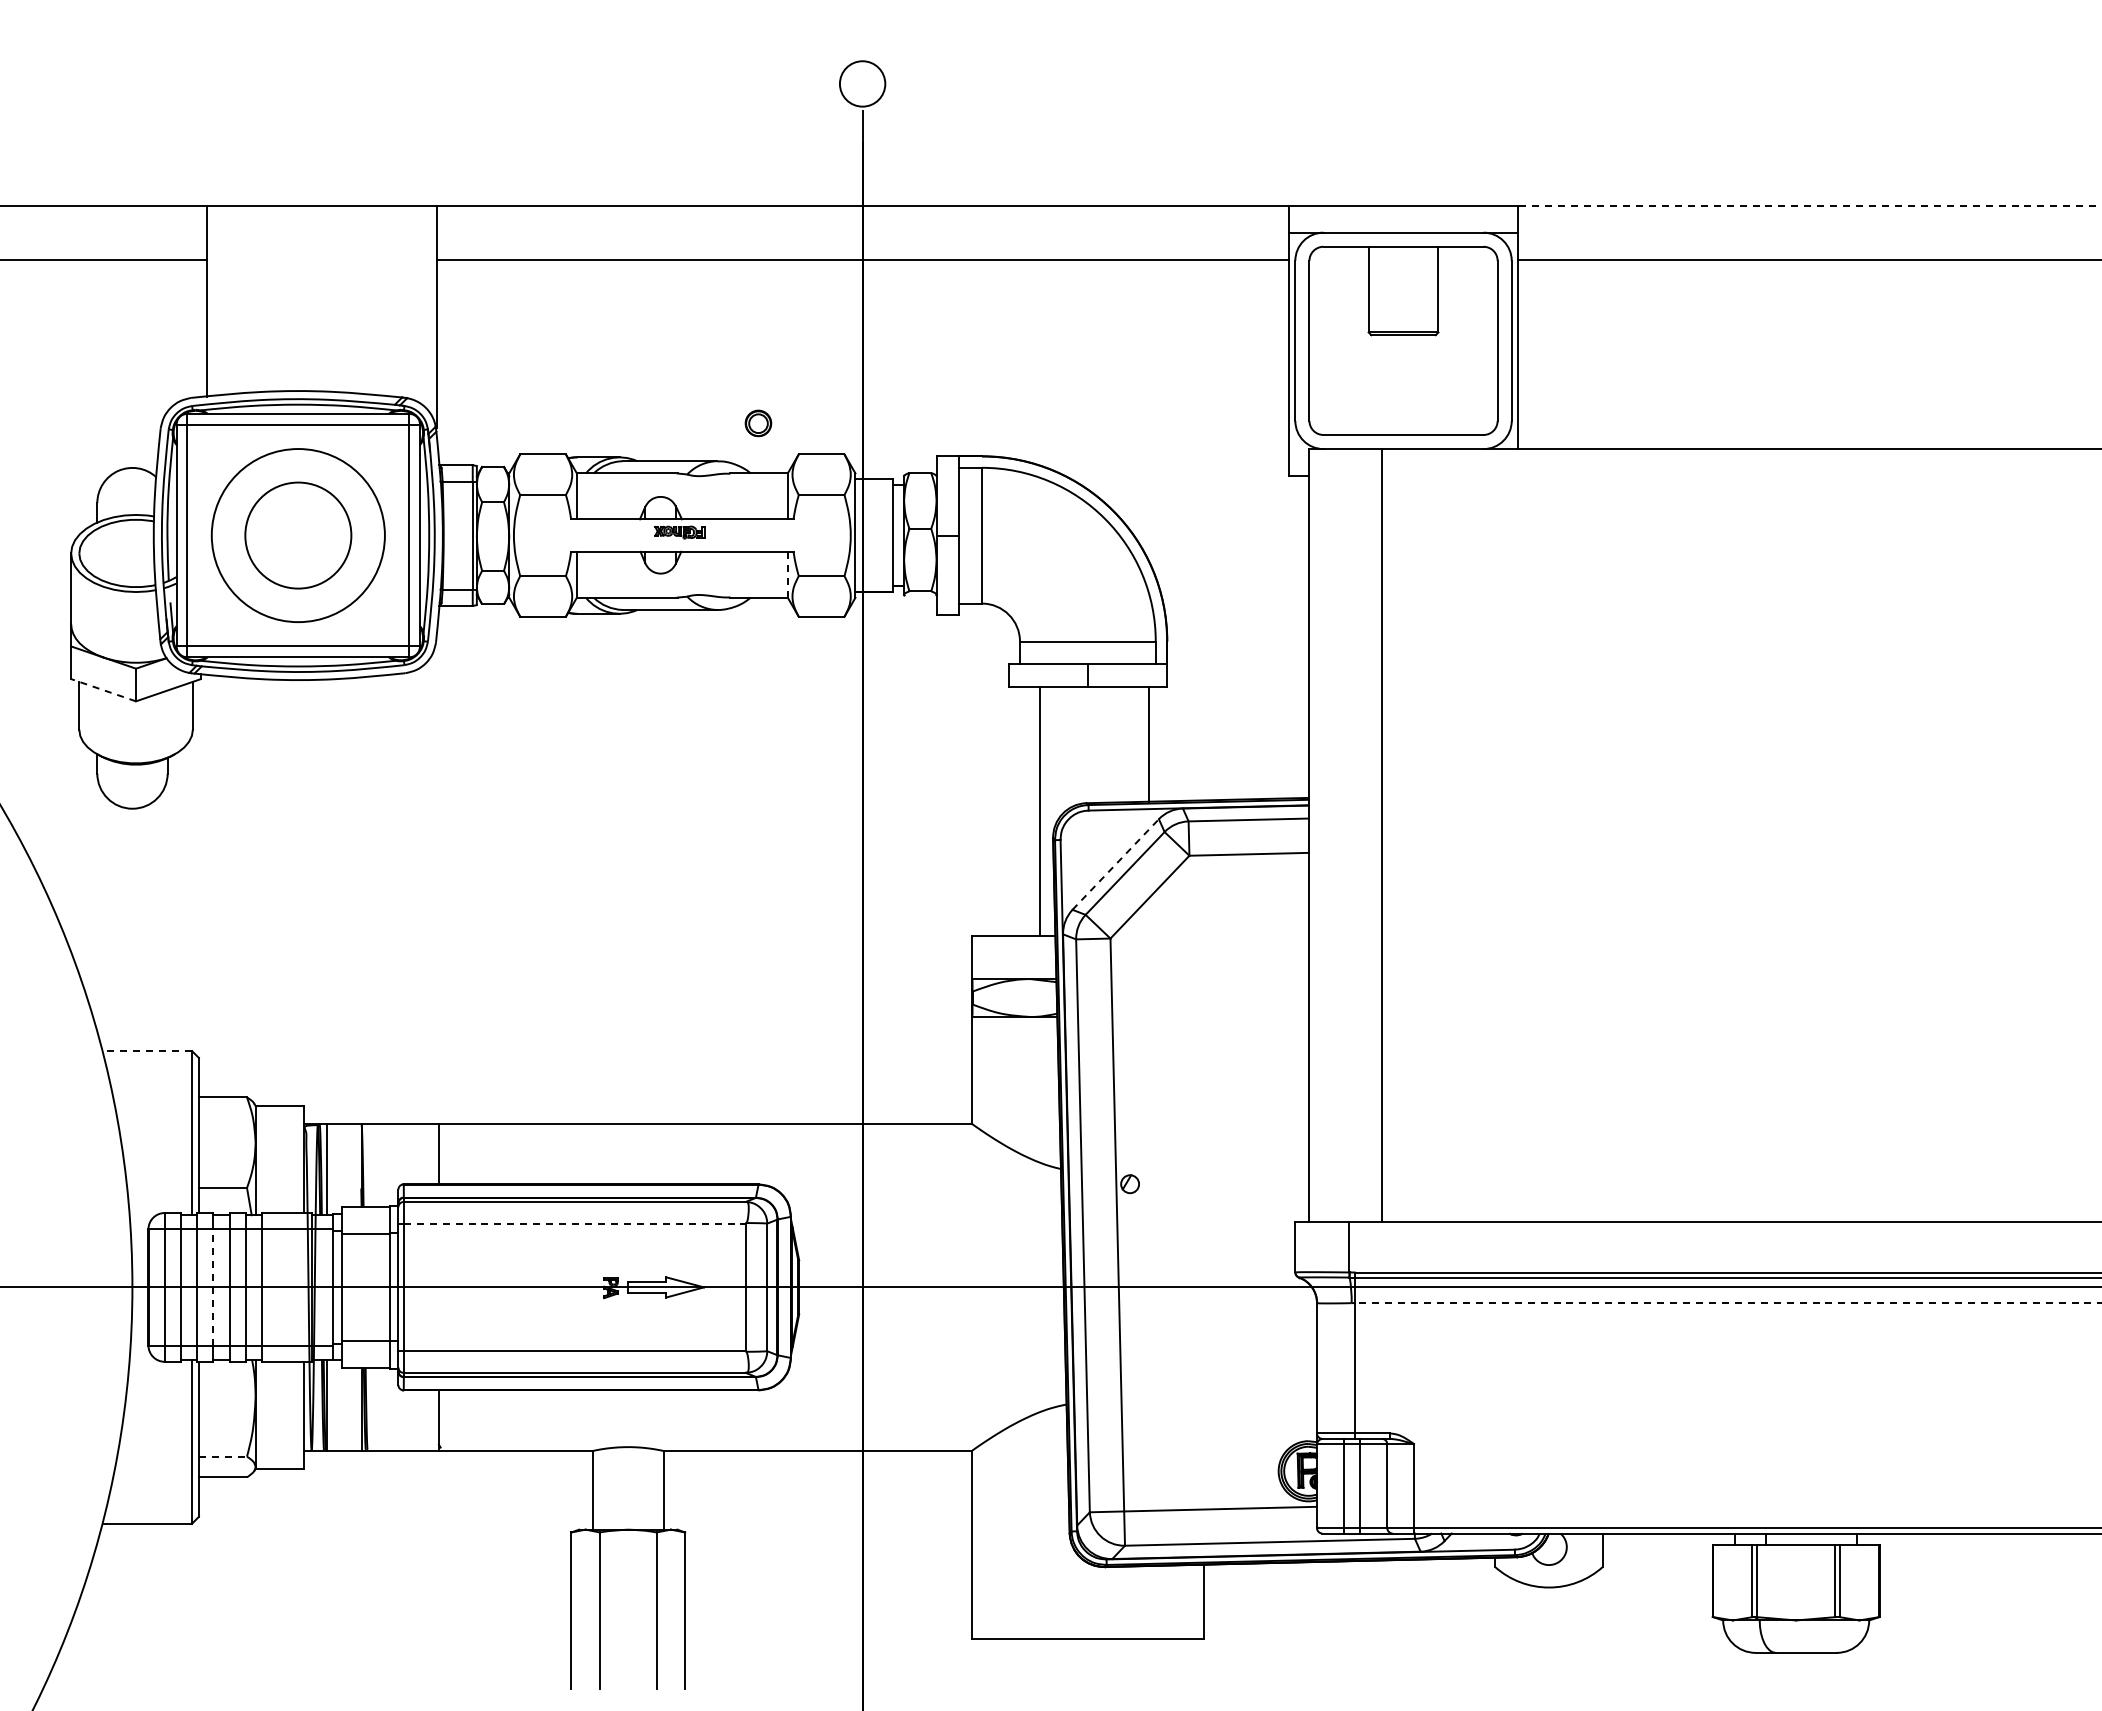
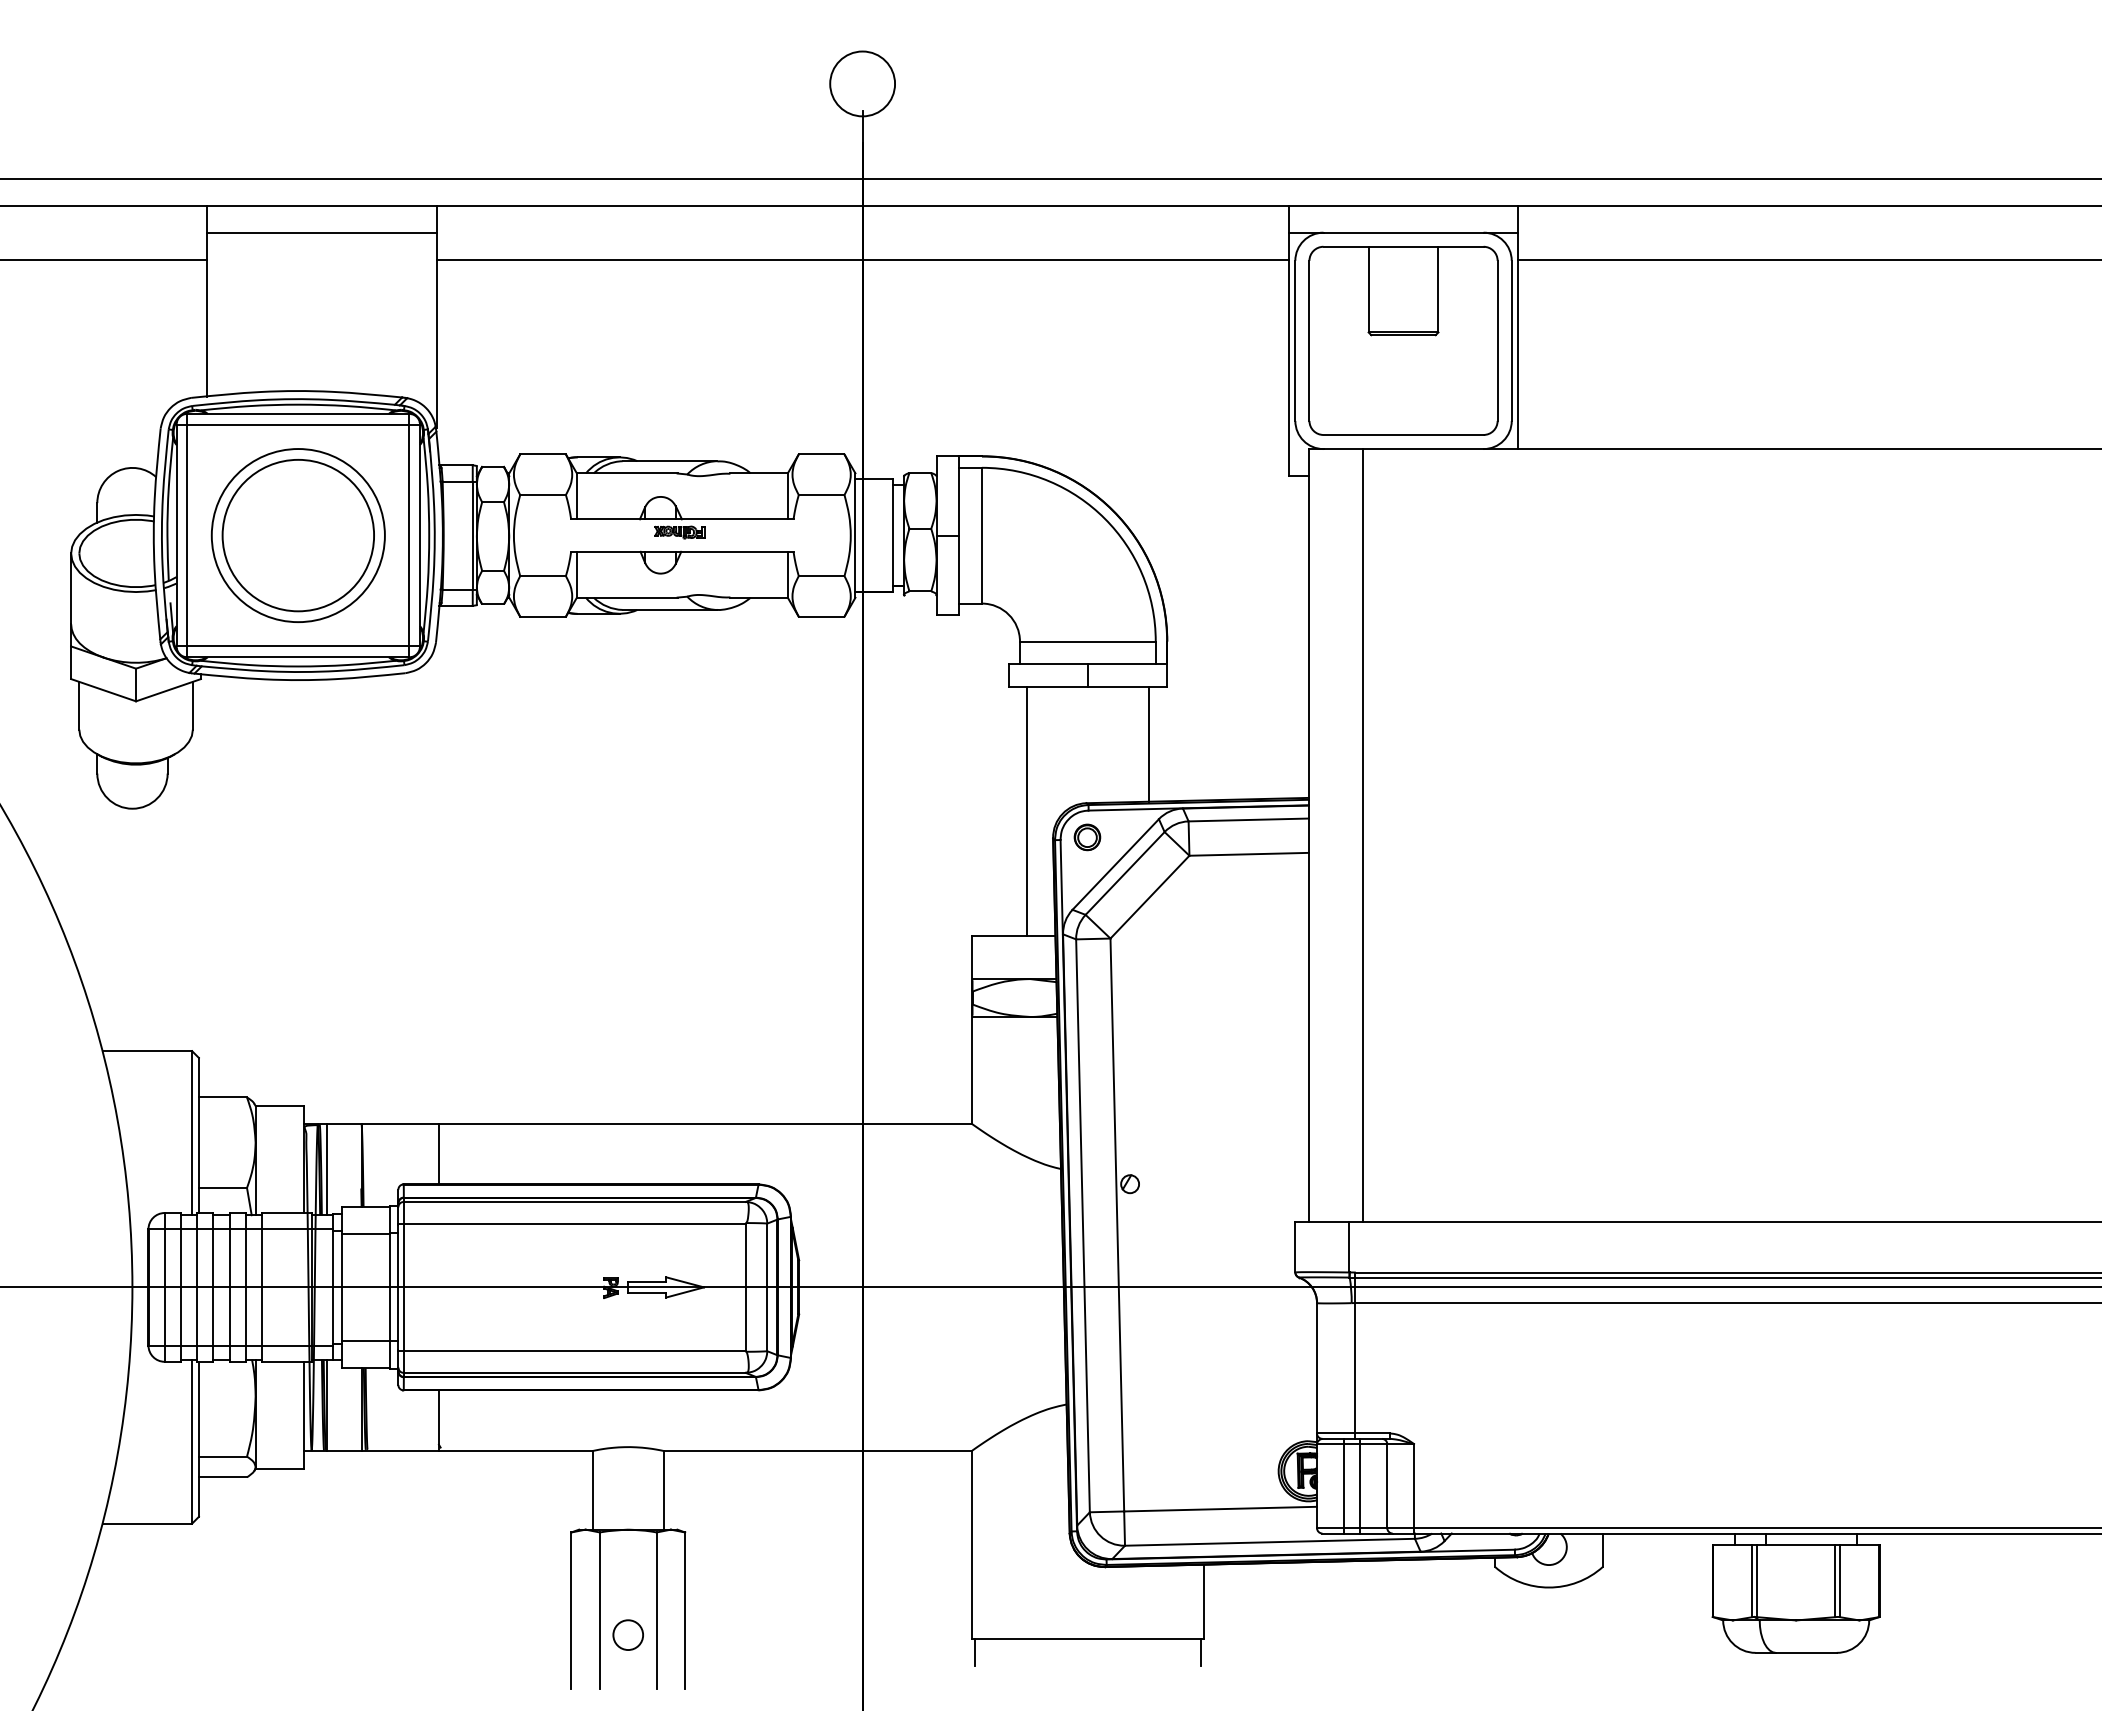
circle at (862, 83) diameter: 45 px -> 65 px
line at (1050, 178): none -> present
line at (1809, 205): dashed -> solid
line at (321, 232): none -> present
part at (758, 423) position: (758, 423) -> (1087, 837)
circle at (298, 535) diameter: 106 px -> 151 px
line at (787, 574): dashed -> solid
line at (103, 690): dashed -> solid
line at (1040, 811) position: (1040, 811) -> (1027, 811)
line at (1381, 835) position: (1381, 835) -> (1362, 835)
line at (1115, 864): dashed -> solid
line at (147, 1051): dashed -> solid
line at (574, 1223): dashed -> solid
line at (213, 1286): dashed -> solid
line at (1727, 1303): dashed -> solid
line at (223, 1456): dashed -> solid
circle at (627, 1634): none -> present
line at (974, 1652): none -> present
line at (1201, 1652): none -> present
